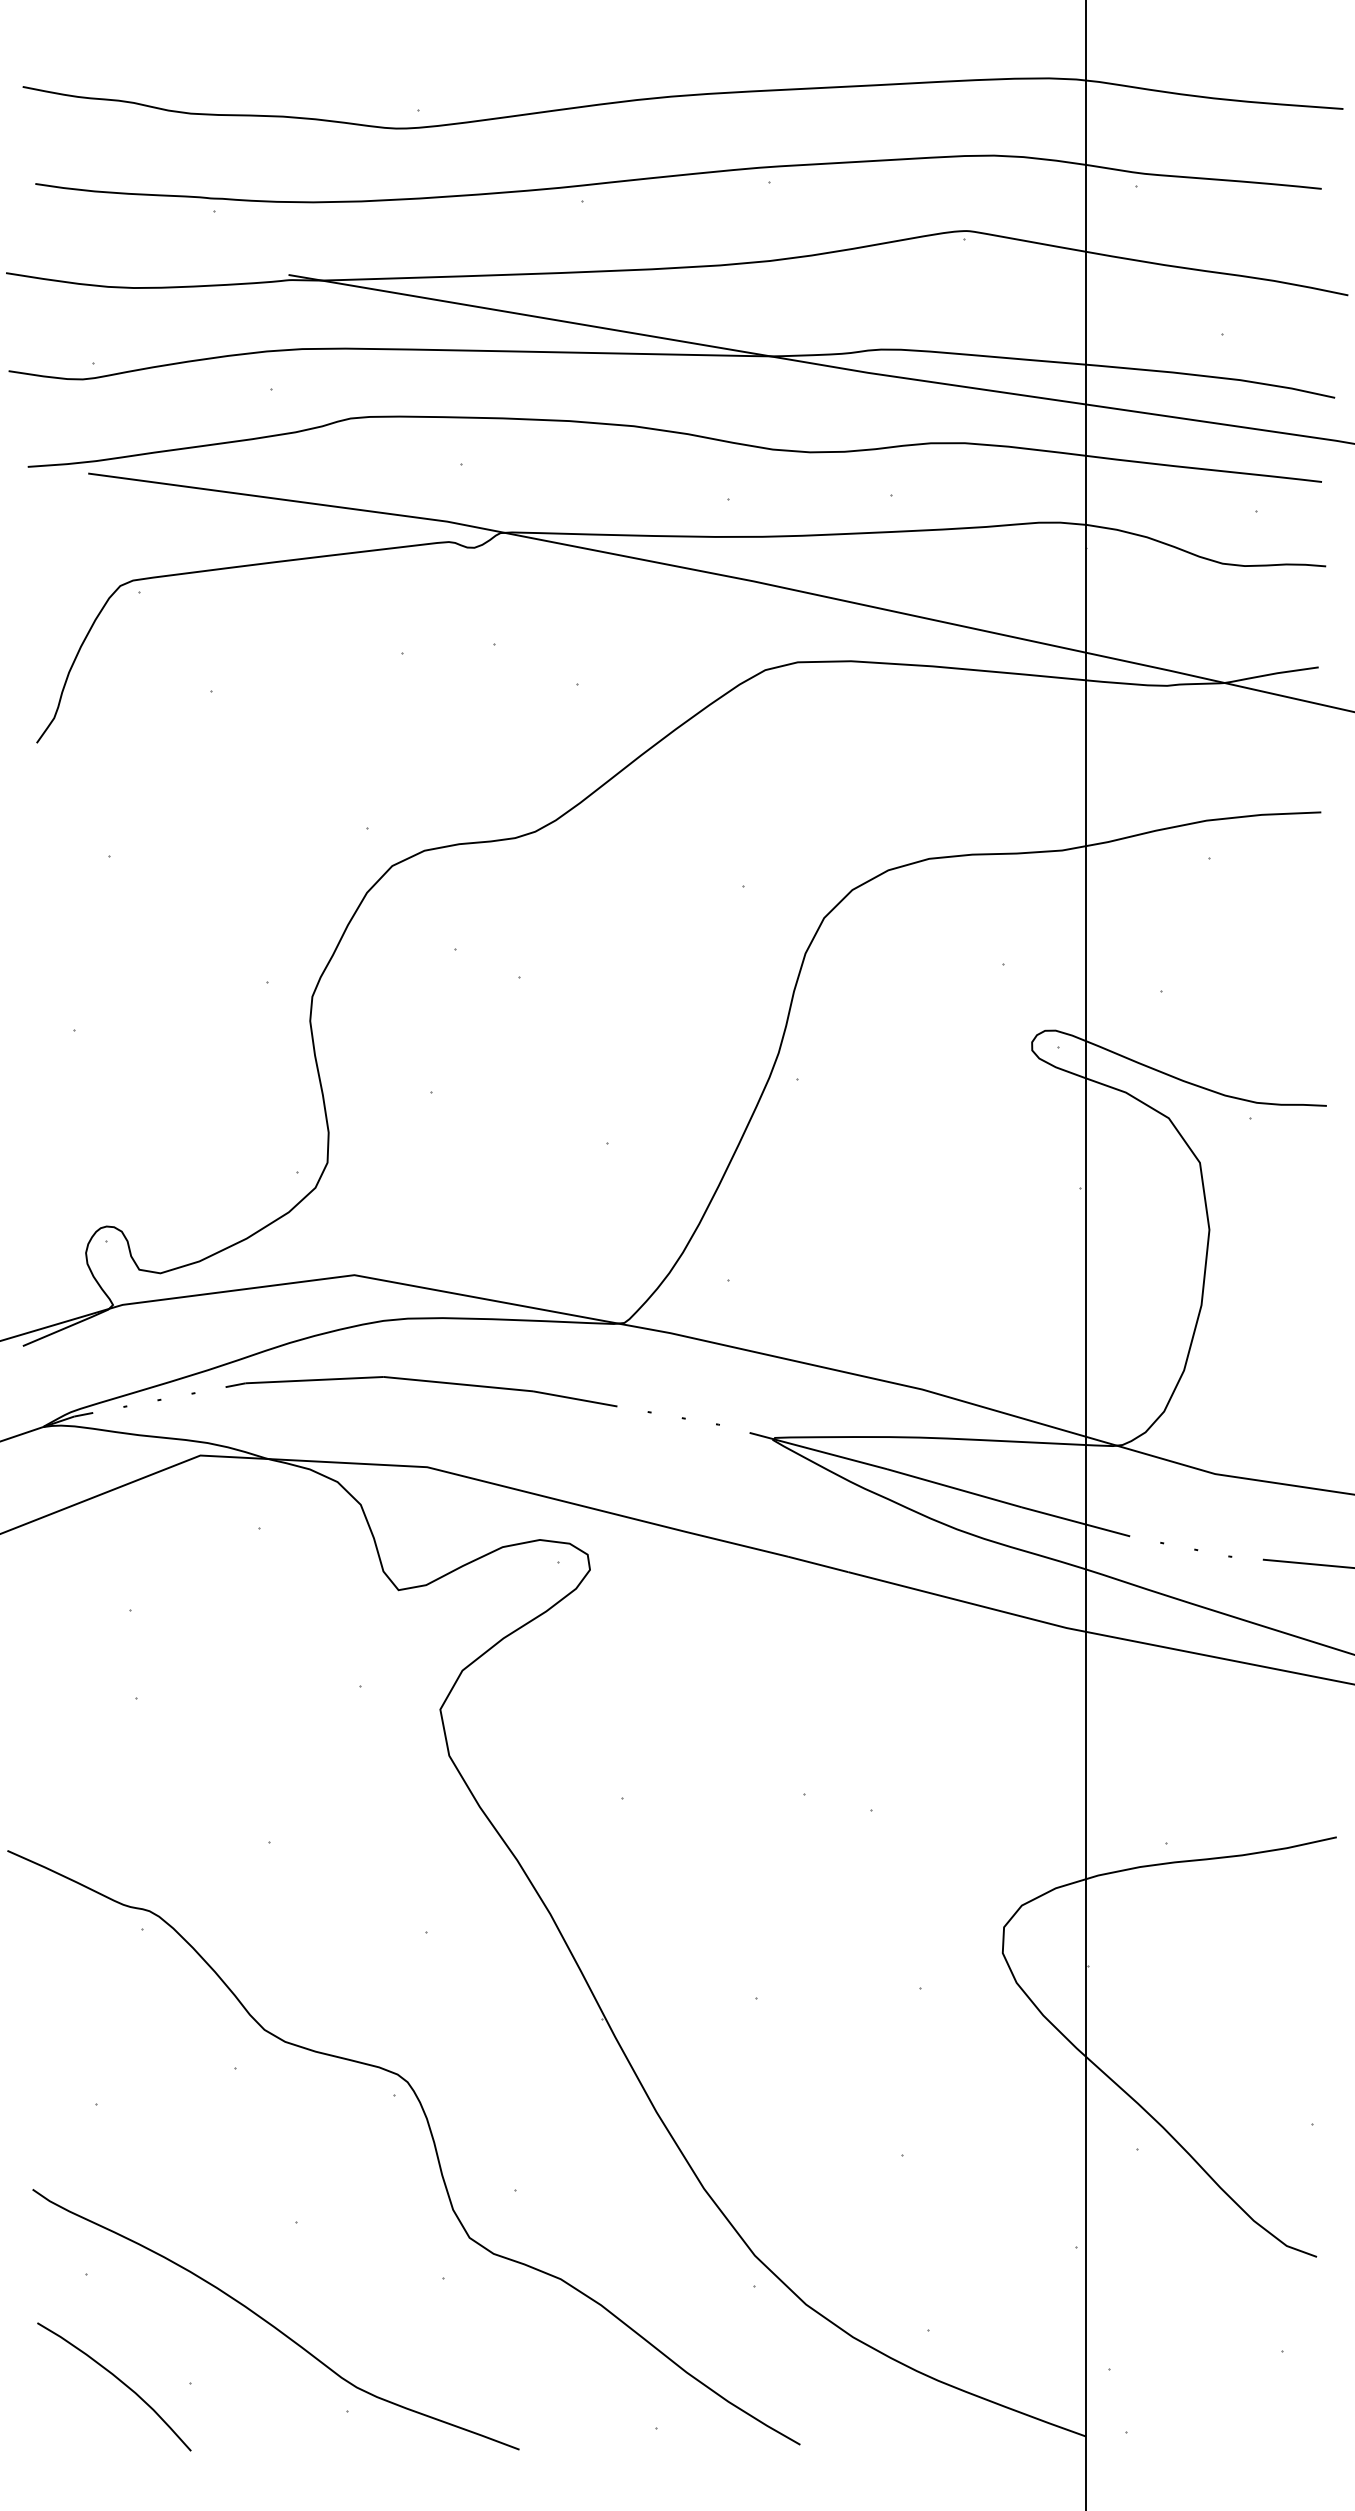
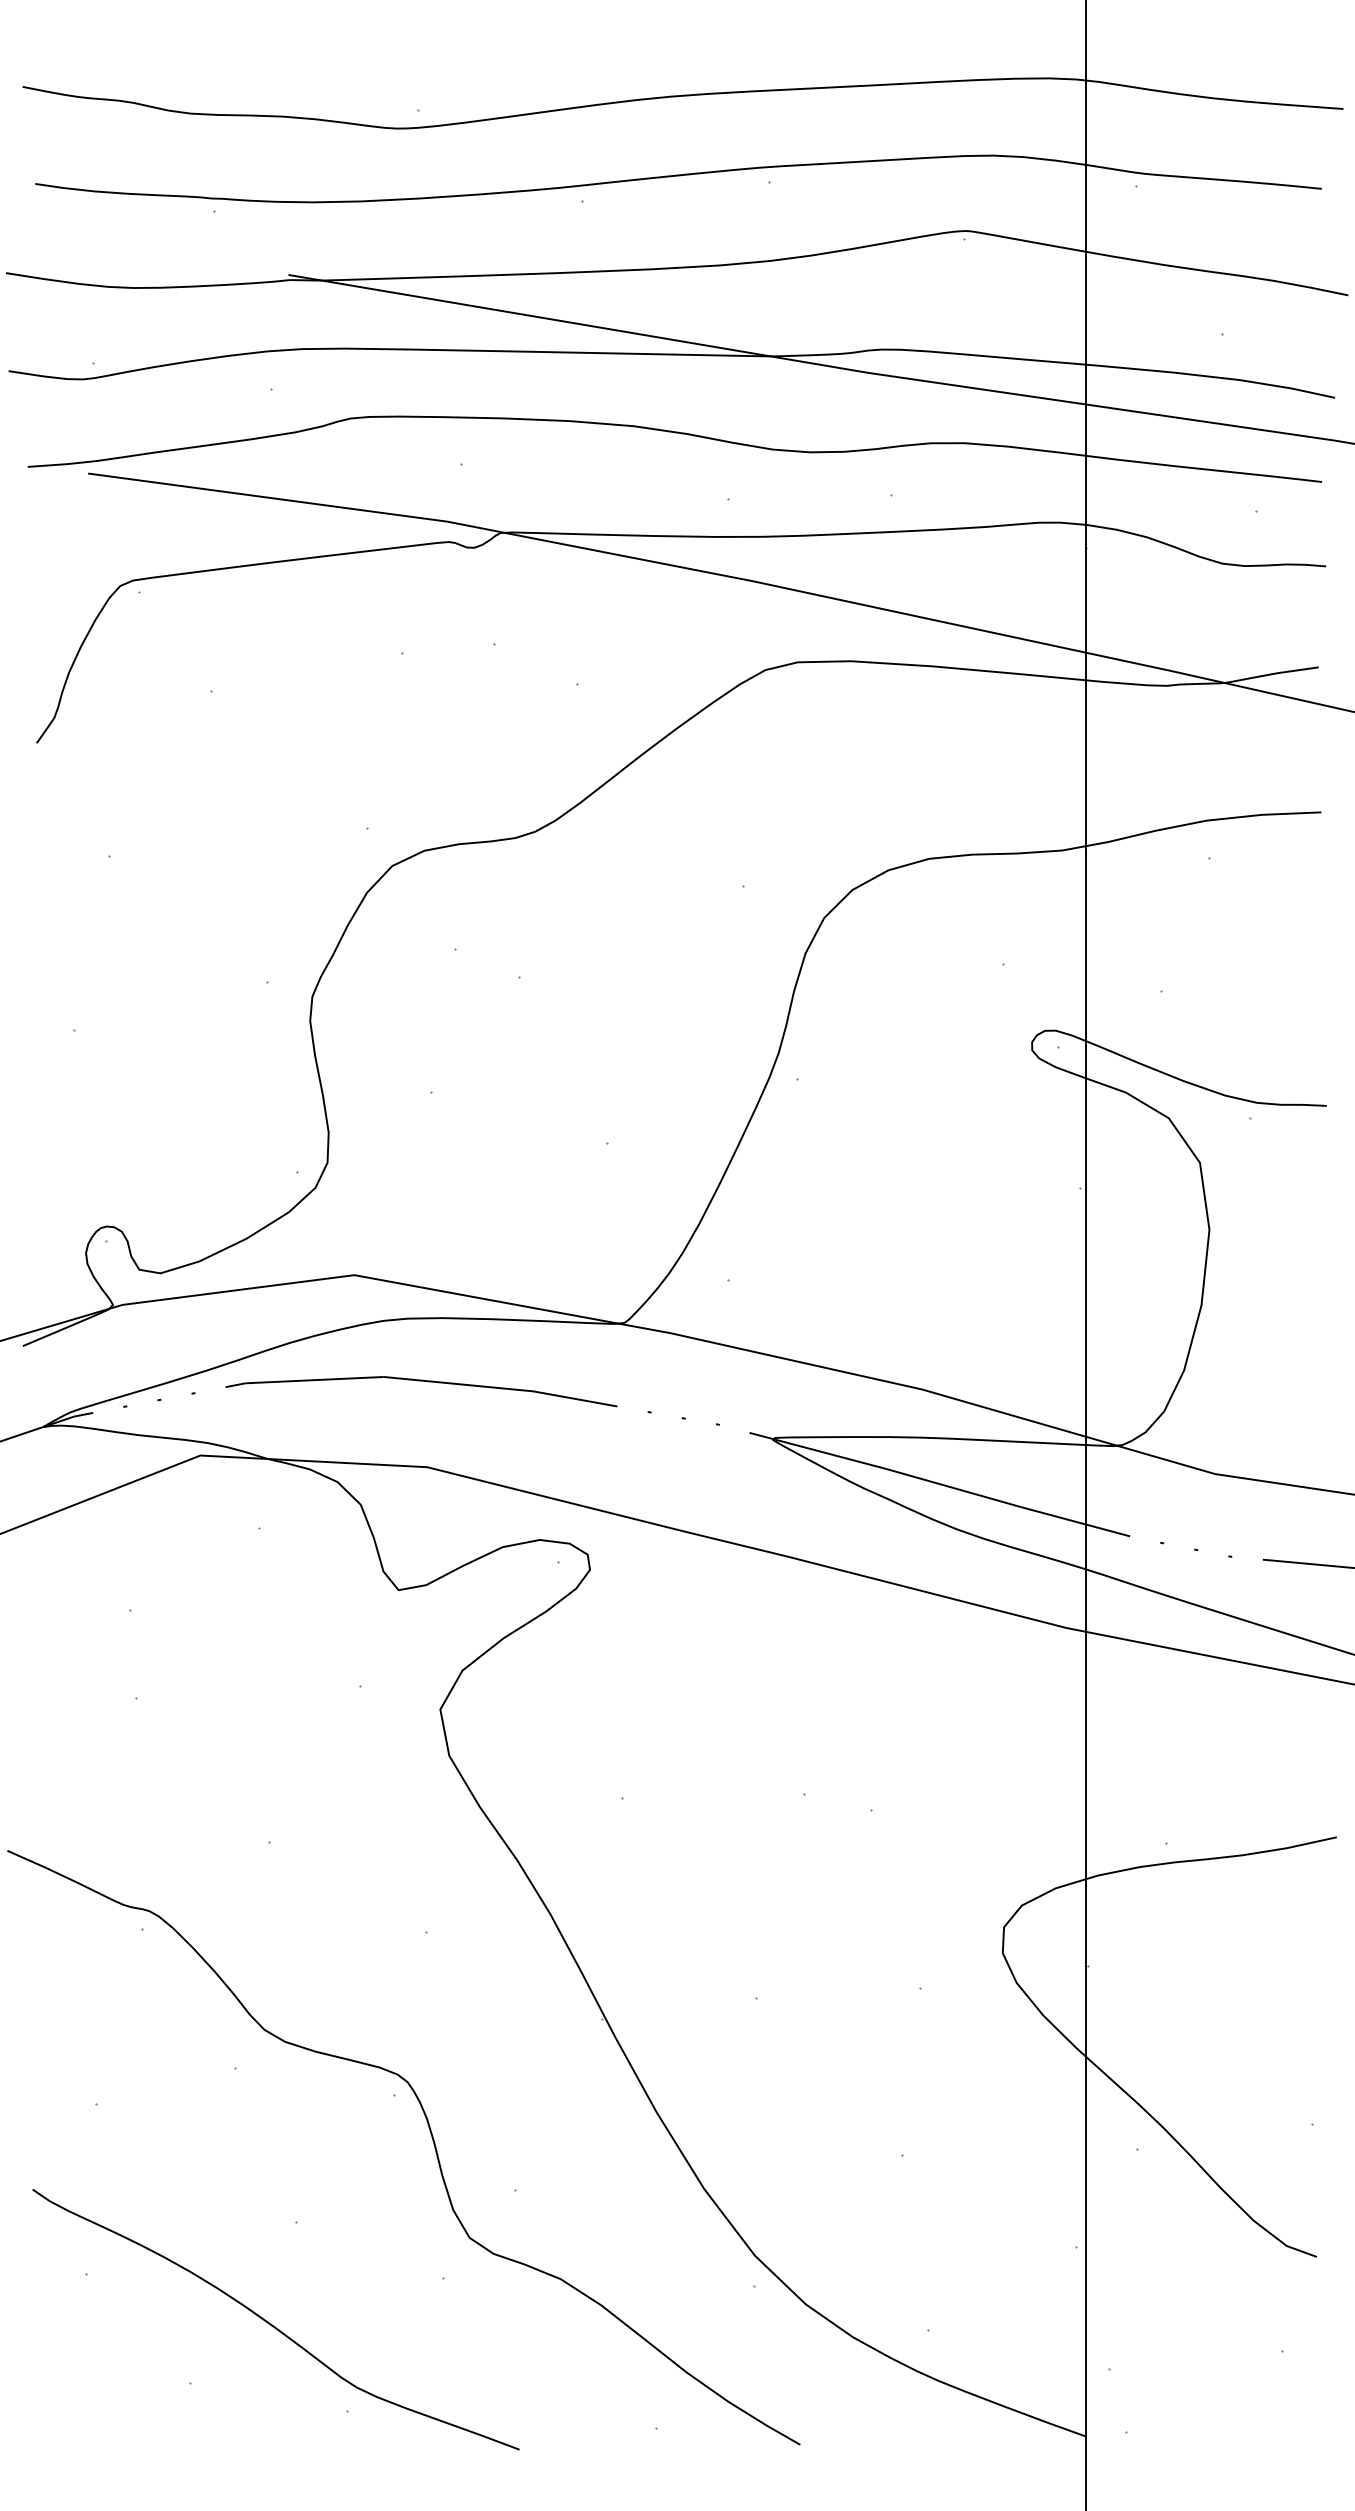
curve at (119, 2381): present -> none
